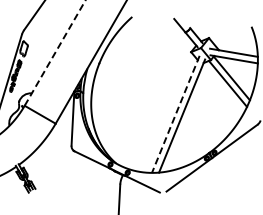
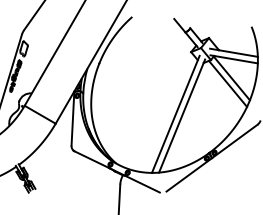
line at (55, 53): dashed -> solid
line at (175, 114): dashed -> solid
